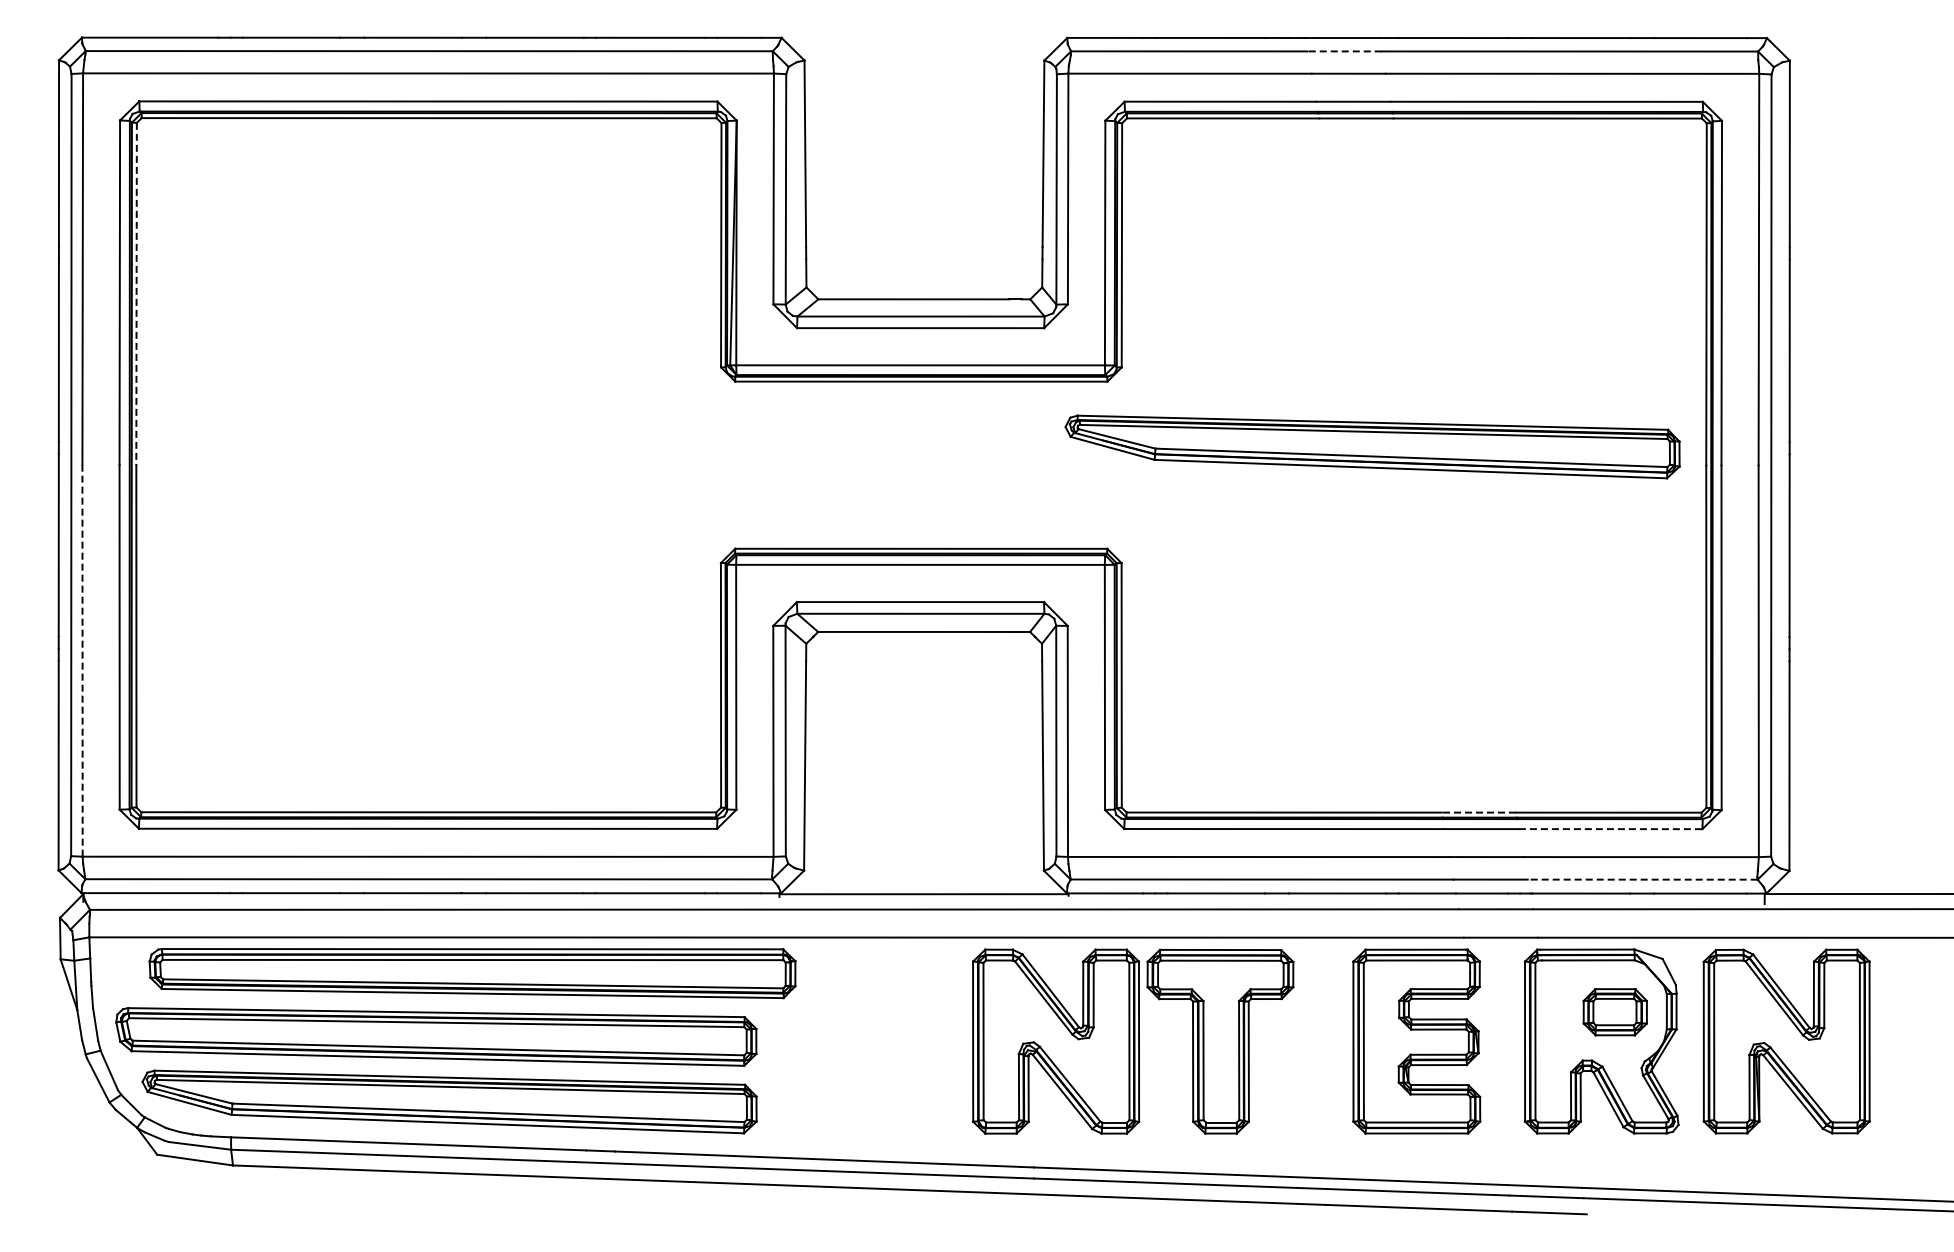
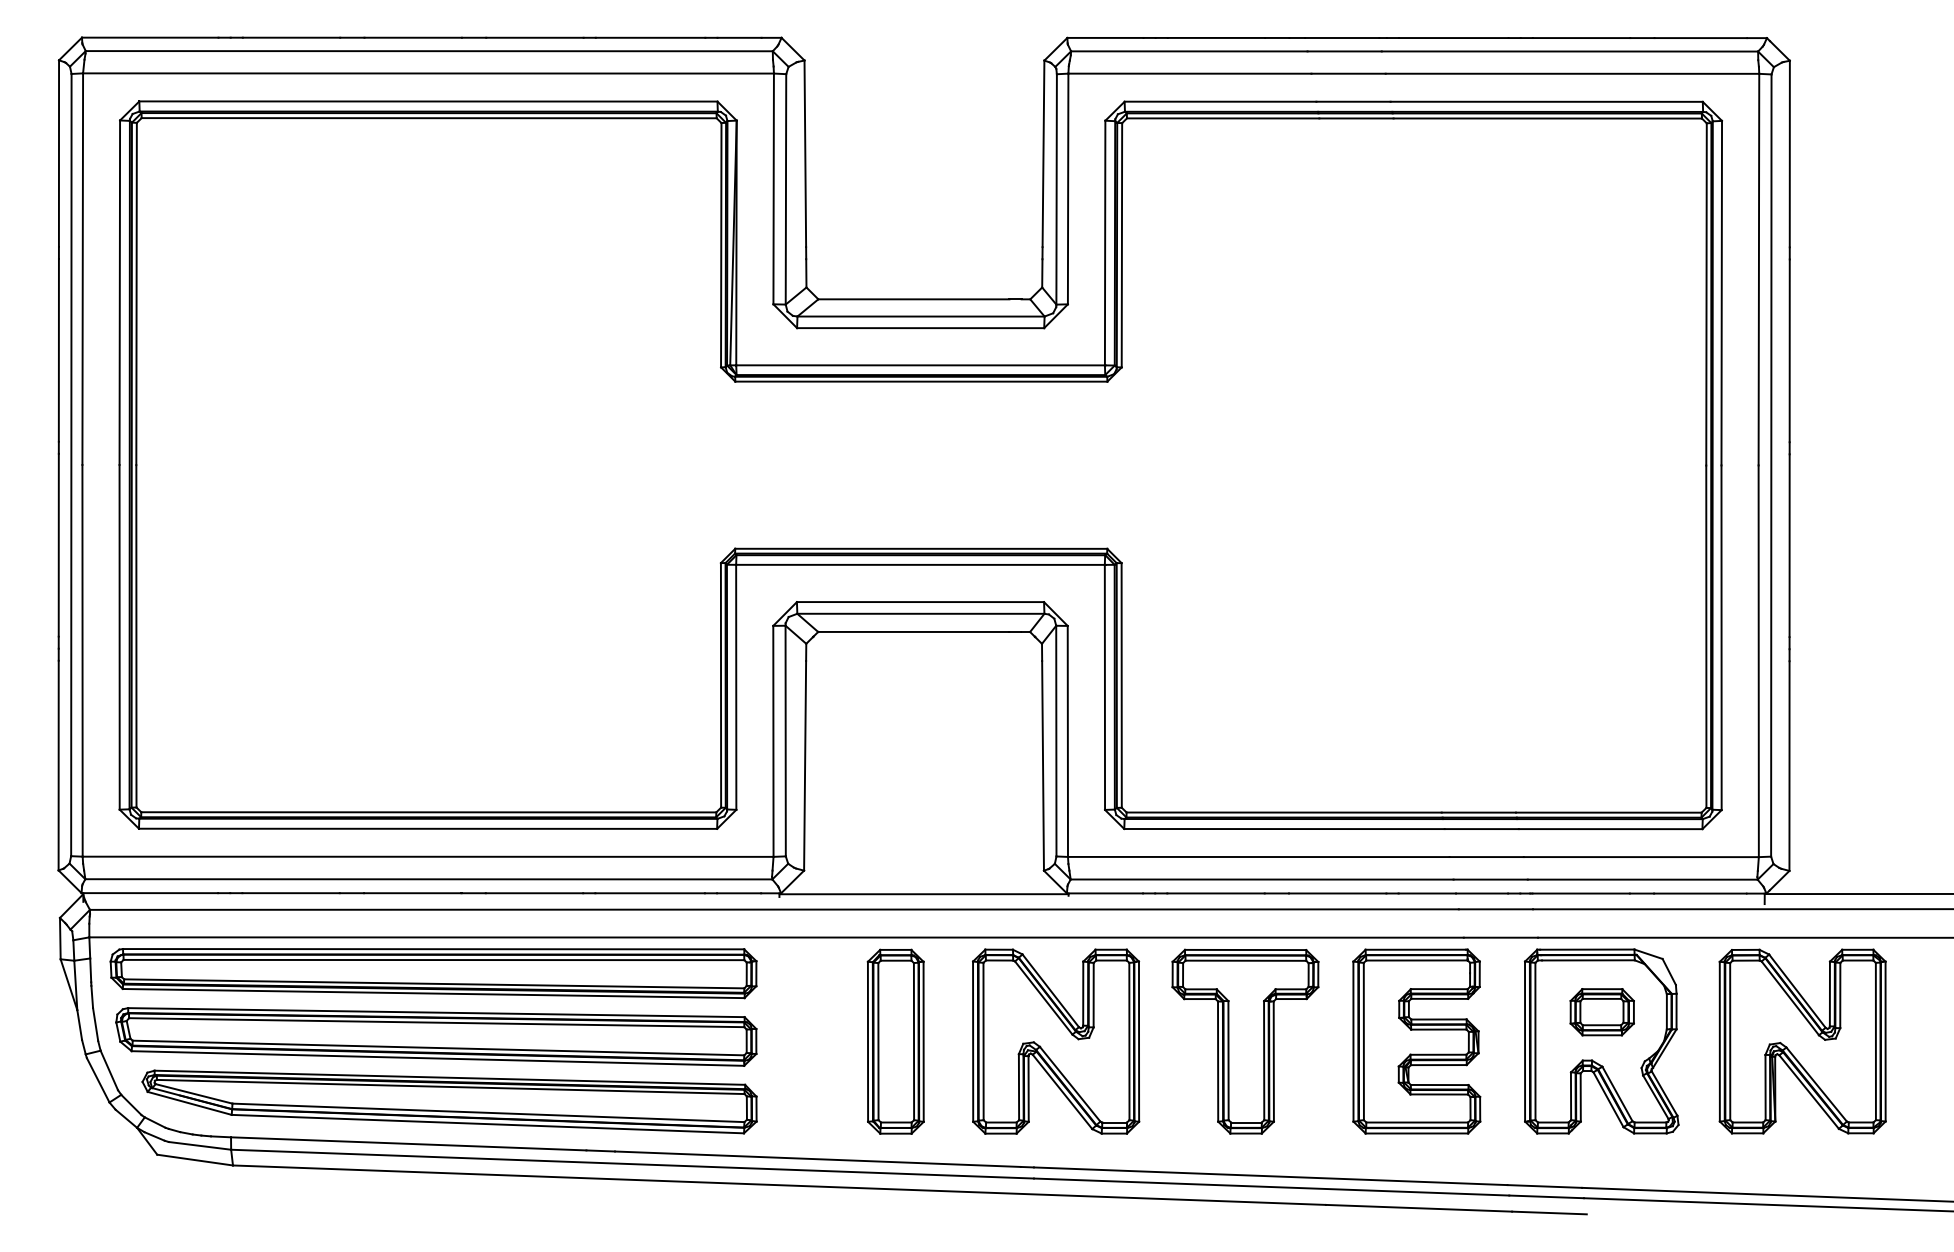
line at (1344, 51): dashed -> solid
line at (136, 294): dashed -> solid
part at (1372, 446): present -> none
line at (82, 660): dashed -> solid
line at (1478, 812): dashed -> solid
line at (1610, 829): dashed -> solid
line at (1642, 879): dashed -> solid
part at (472, 973) position: (472, 973) -> (433, 973)
part at (1614, 1012) position: (1614, 1012) -> (1601, 1012)
part at (895, 1041): none -> present
part at (1220, 1041) position: (1220, 1041) -> (1245, 1041)
part at (1786, 1041) position: (1786, 1041) -> (1802, 1041)
